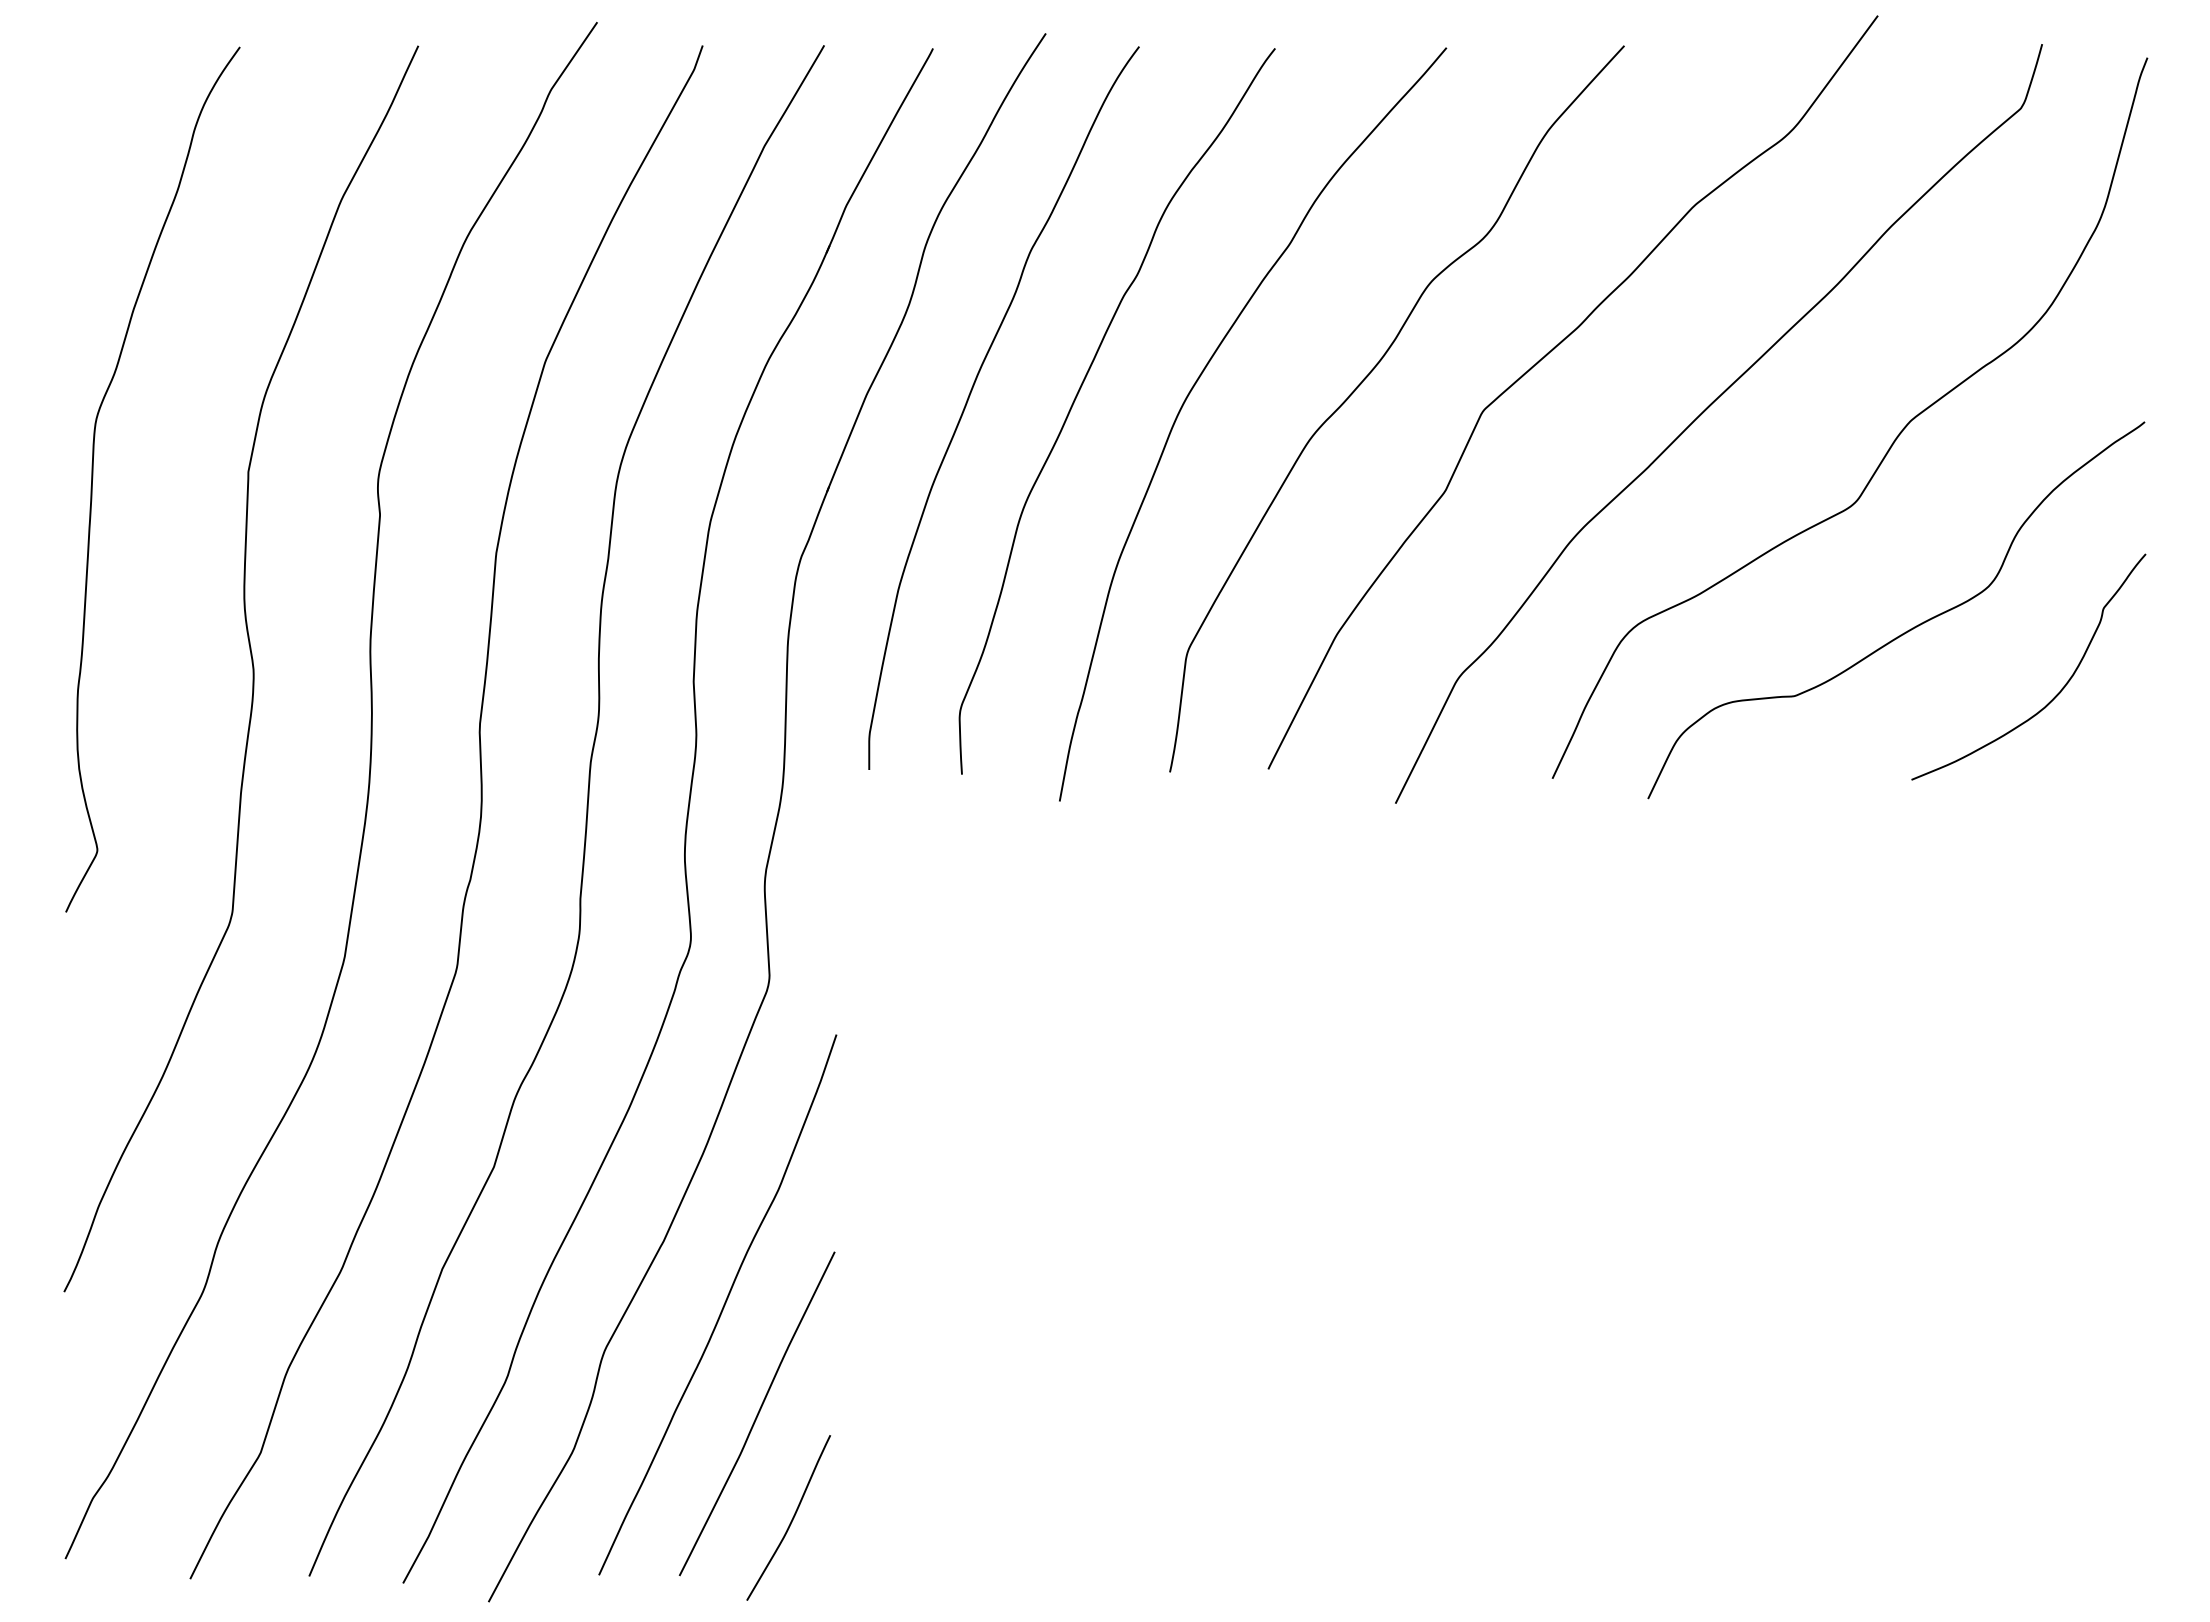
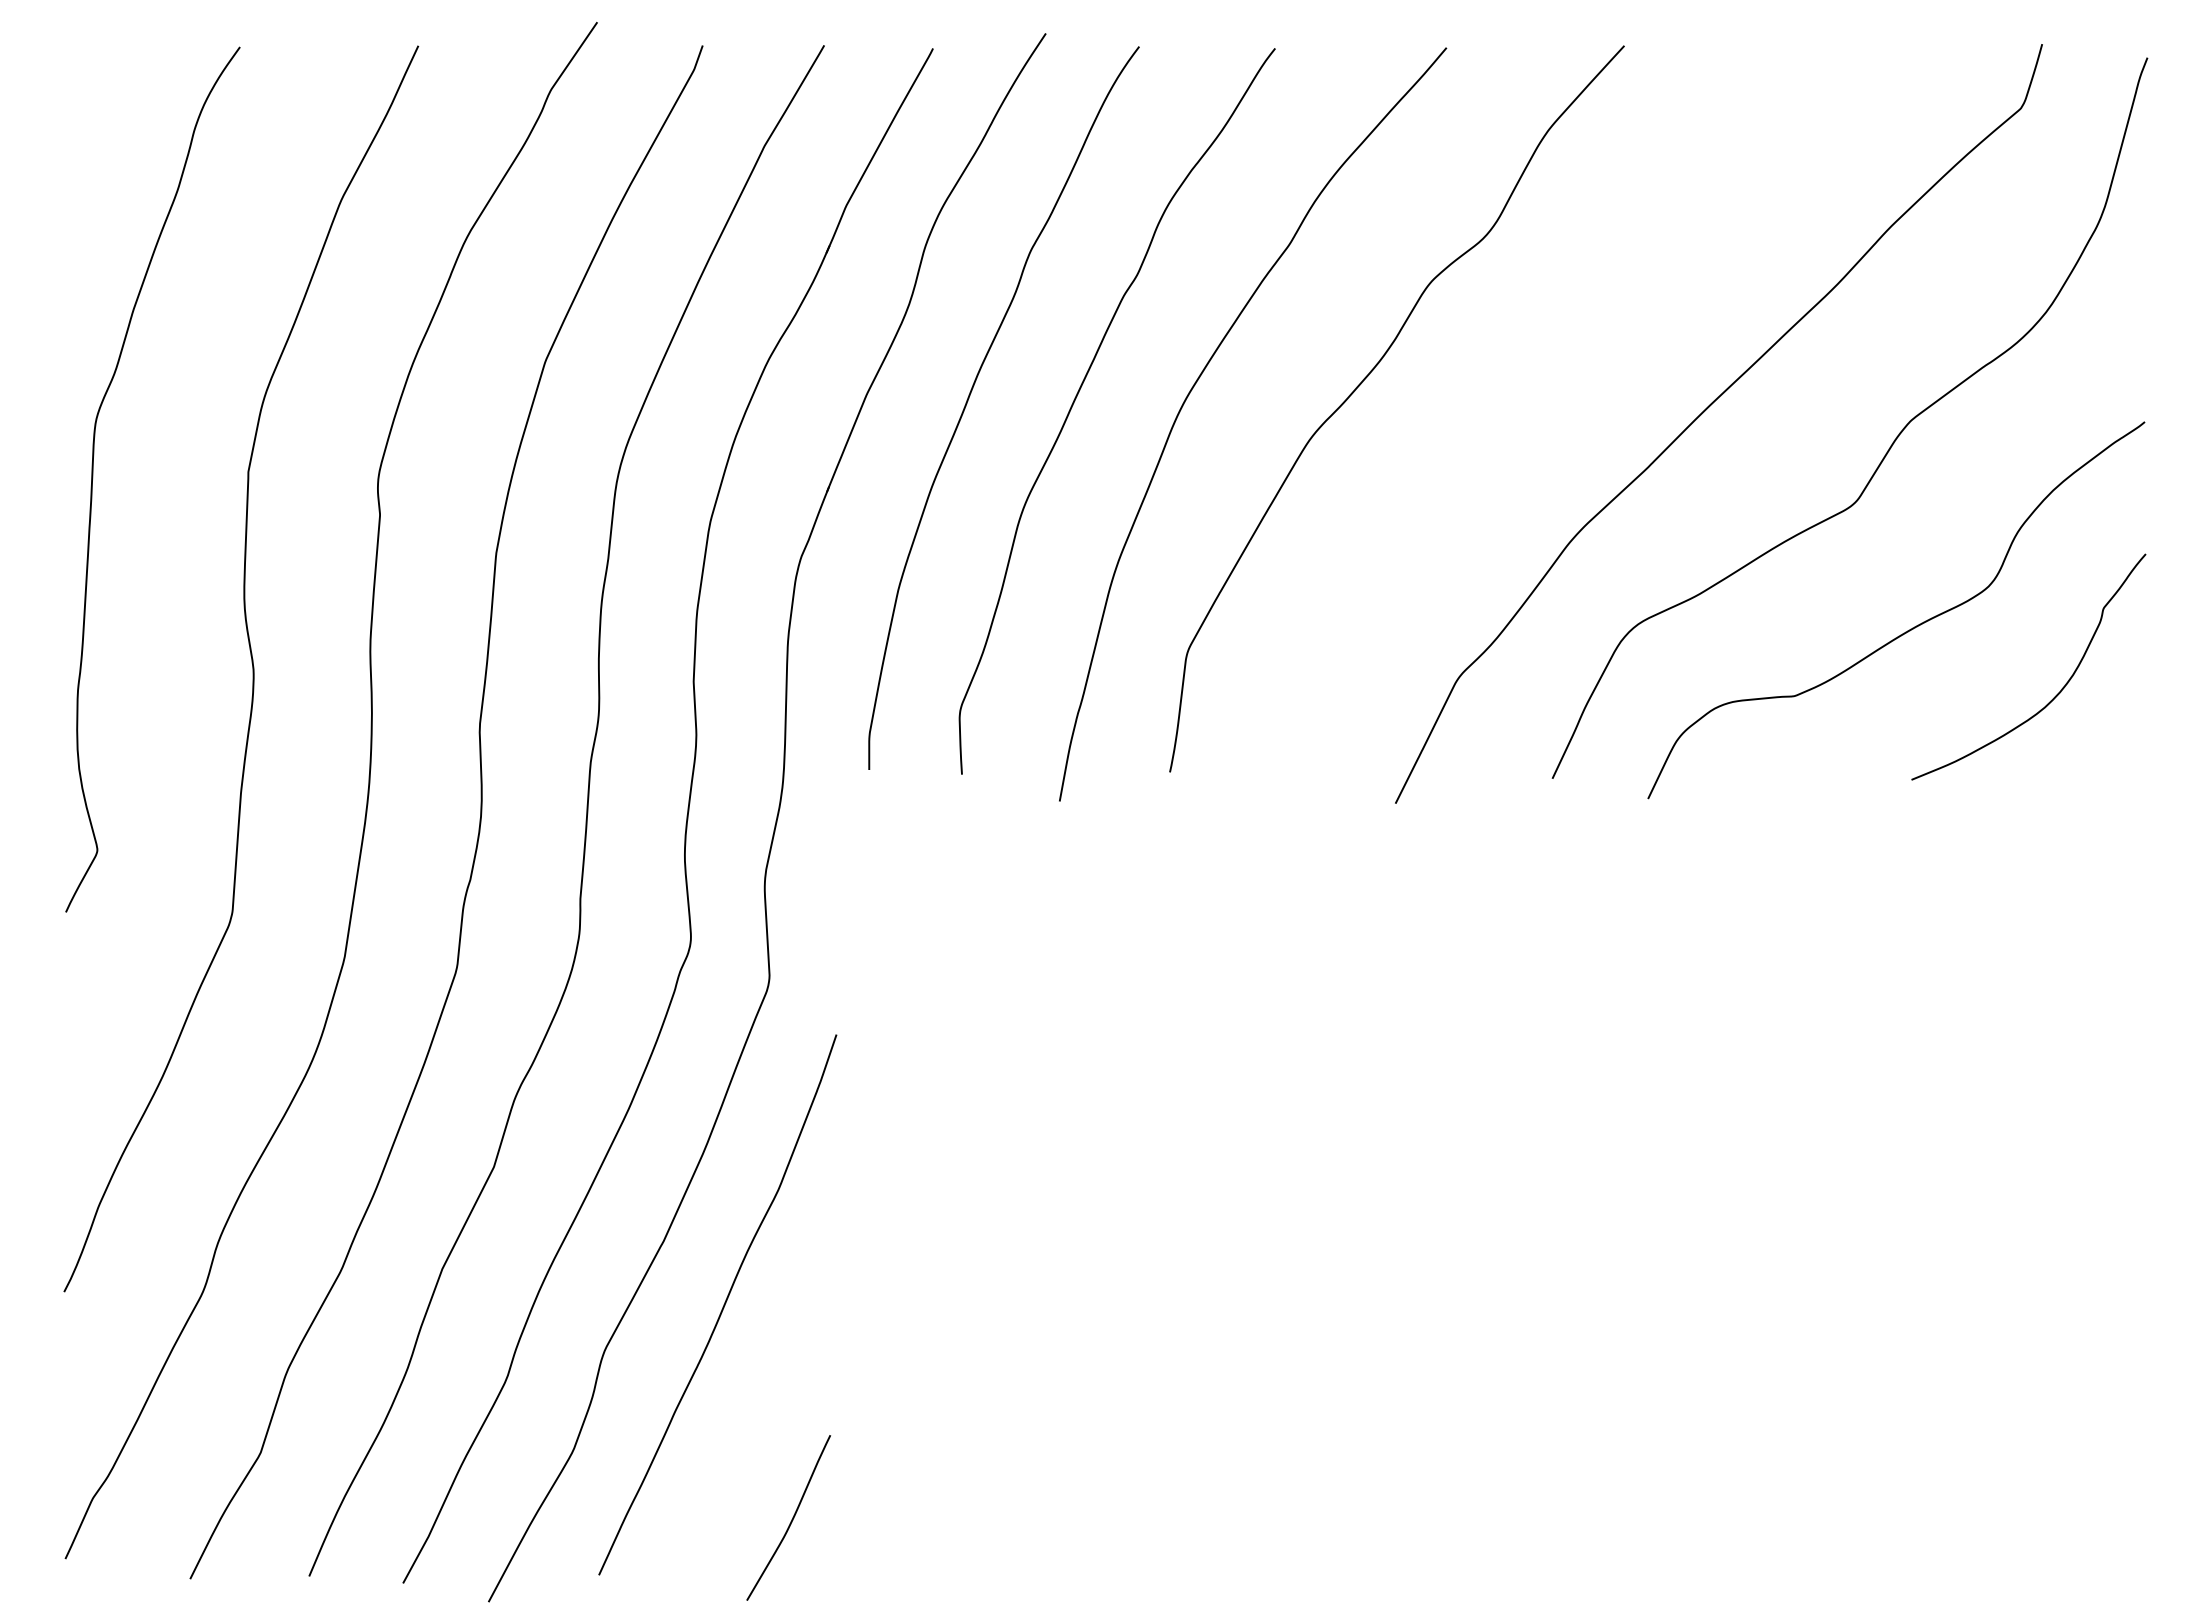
curve at (1544, 358): present -> none
curve at (757, 1413): present -> none
